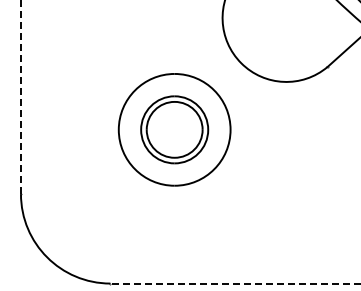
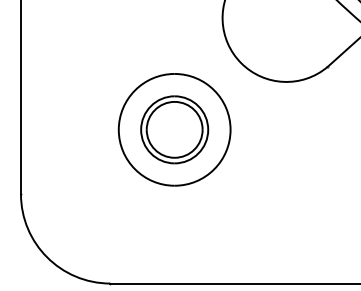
line at (20, 97): dashed -> solid
line at (235, 283): dashed -> solid
